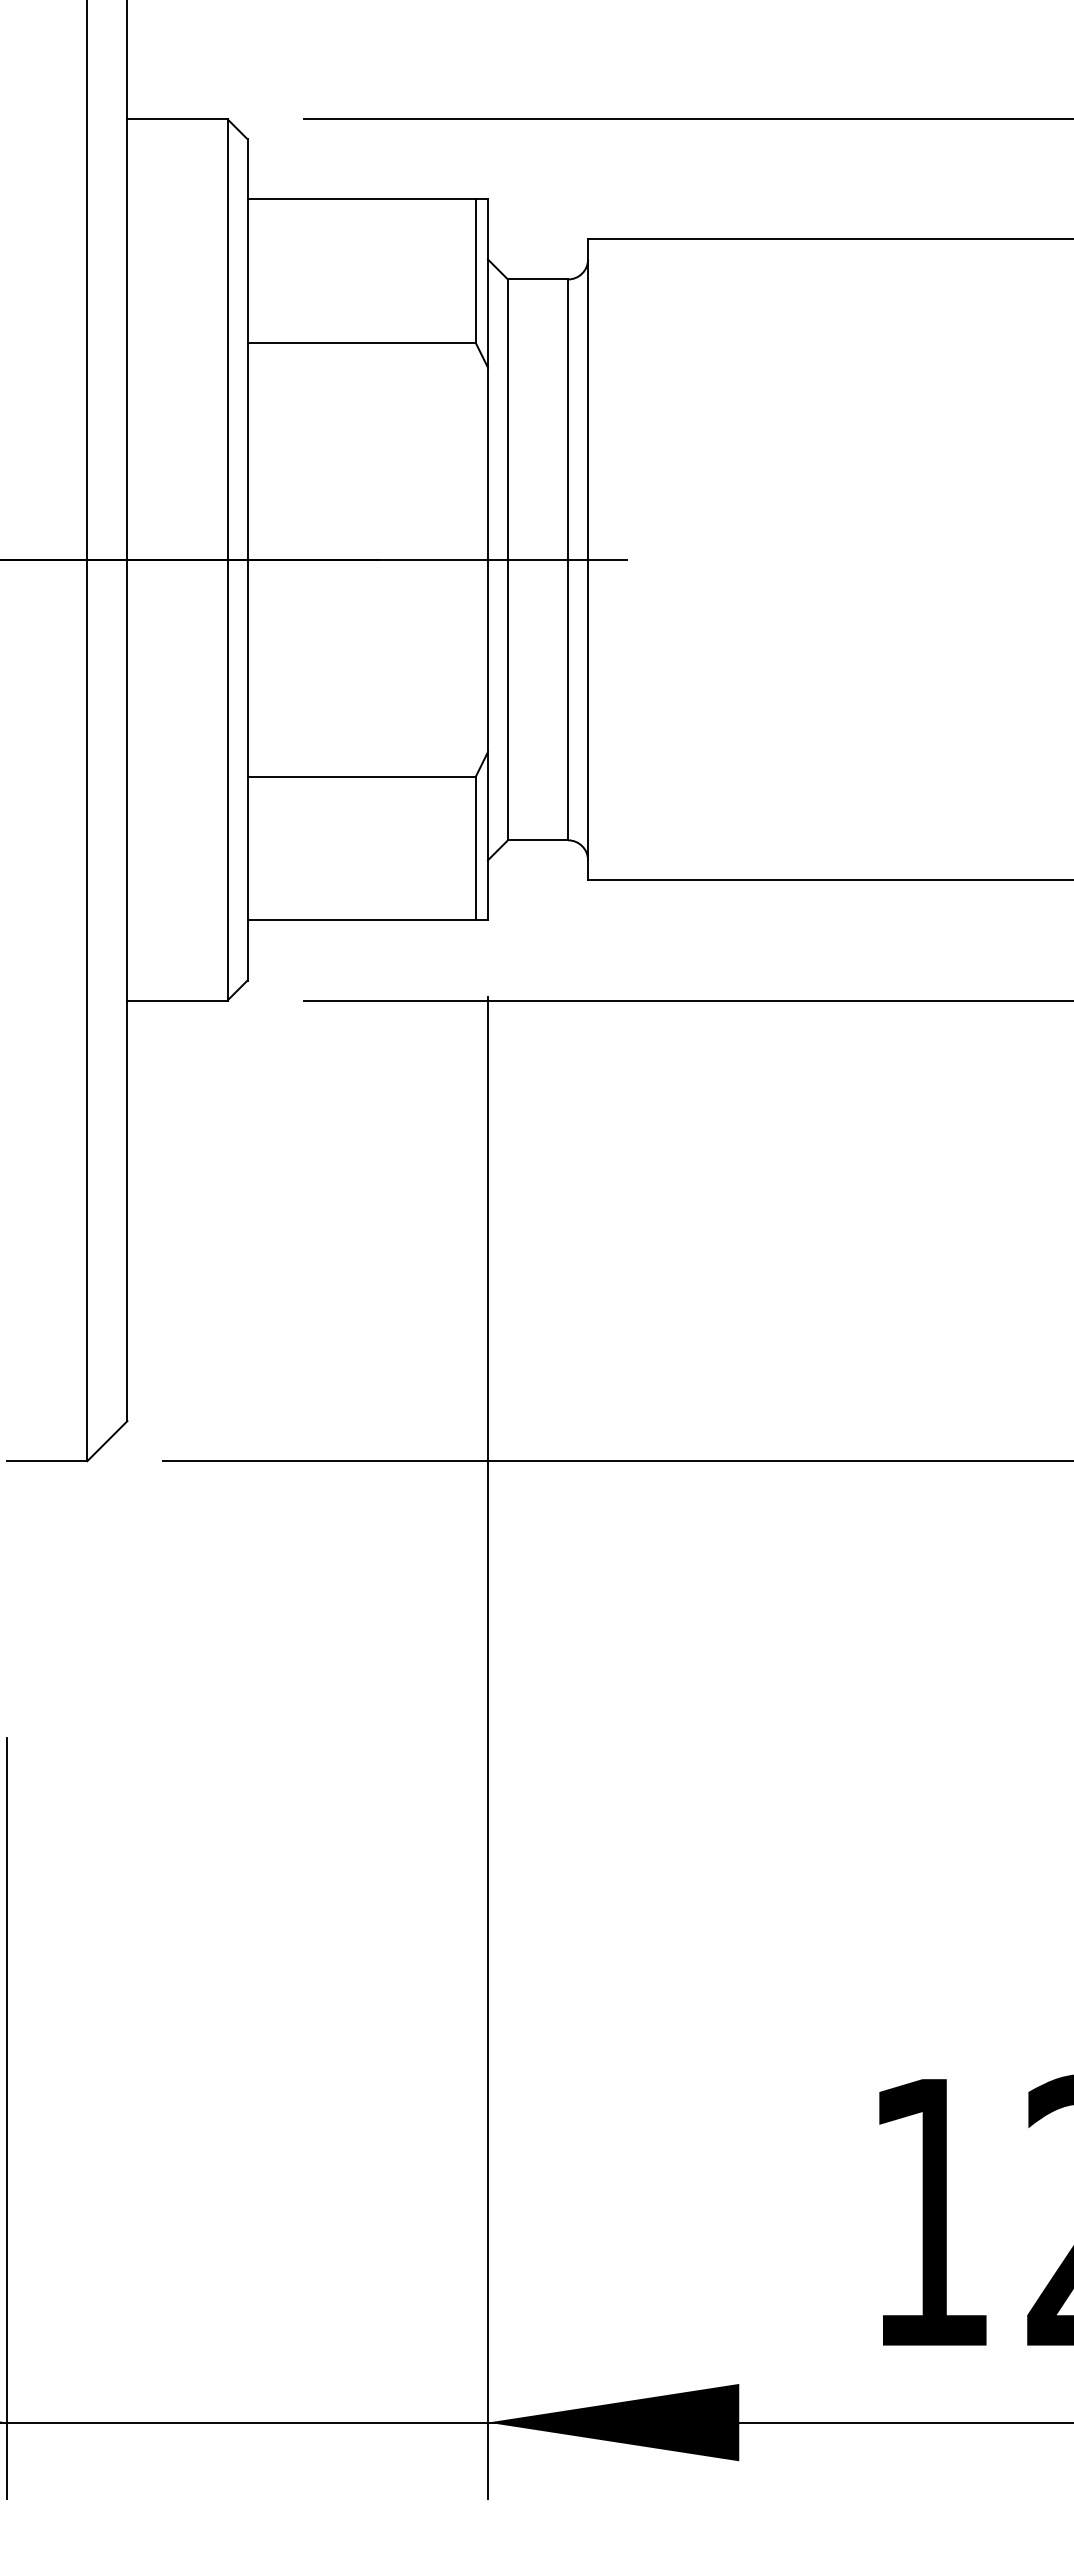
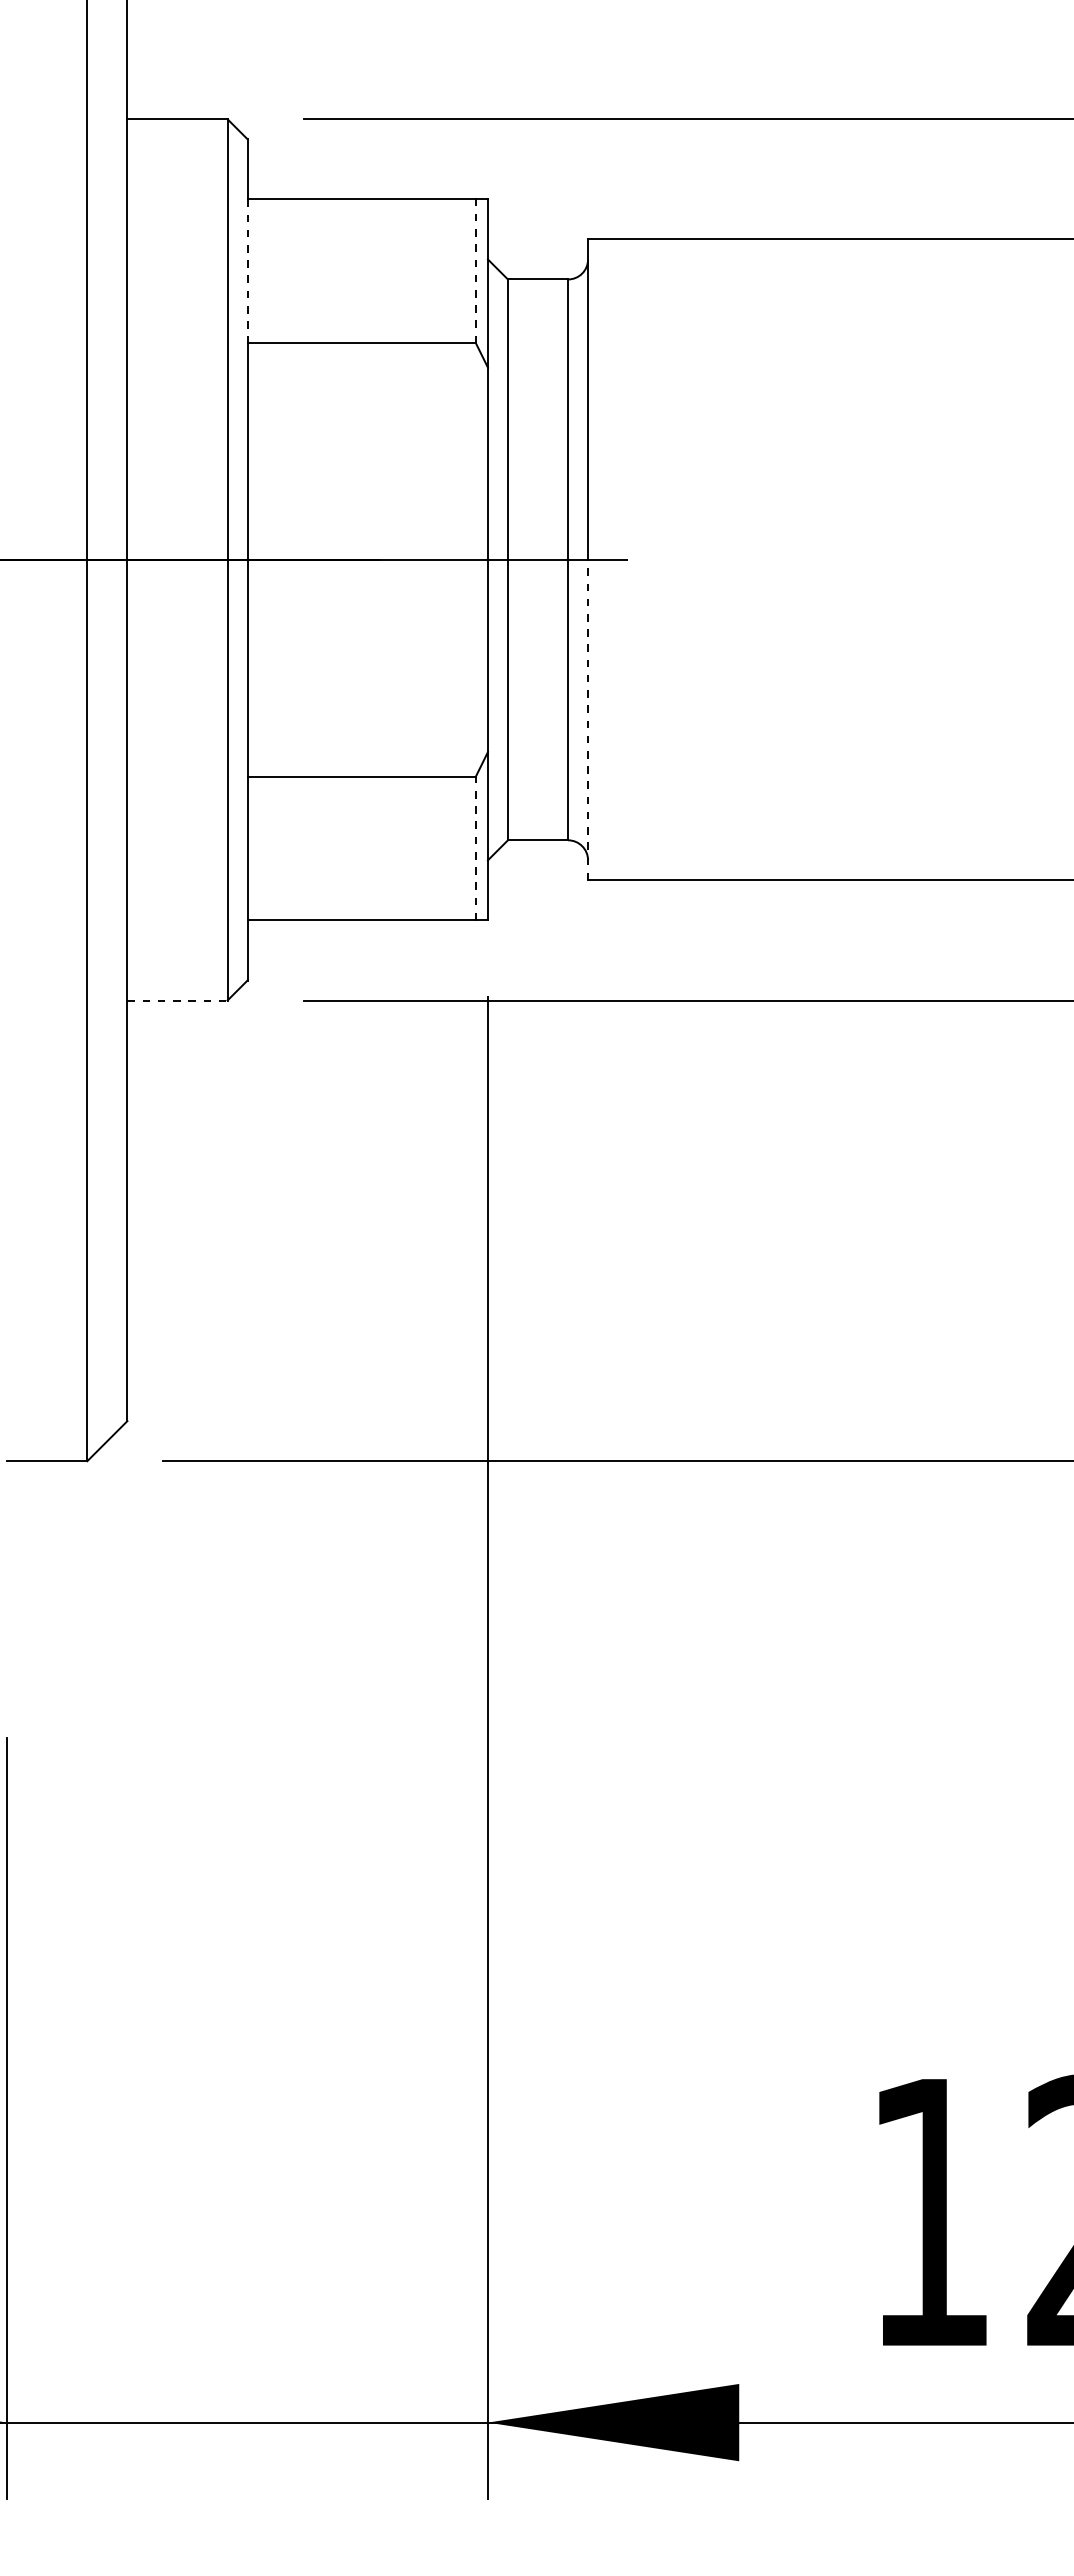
line at (247, 271): solid -> dashed
line at (475, 271): solid -> dashed
line at (588, 719): solid -> dashed
line at (475, 848): solid -> dashed
line at (177, 1000): solid -> dashed
